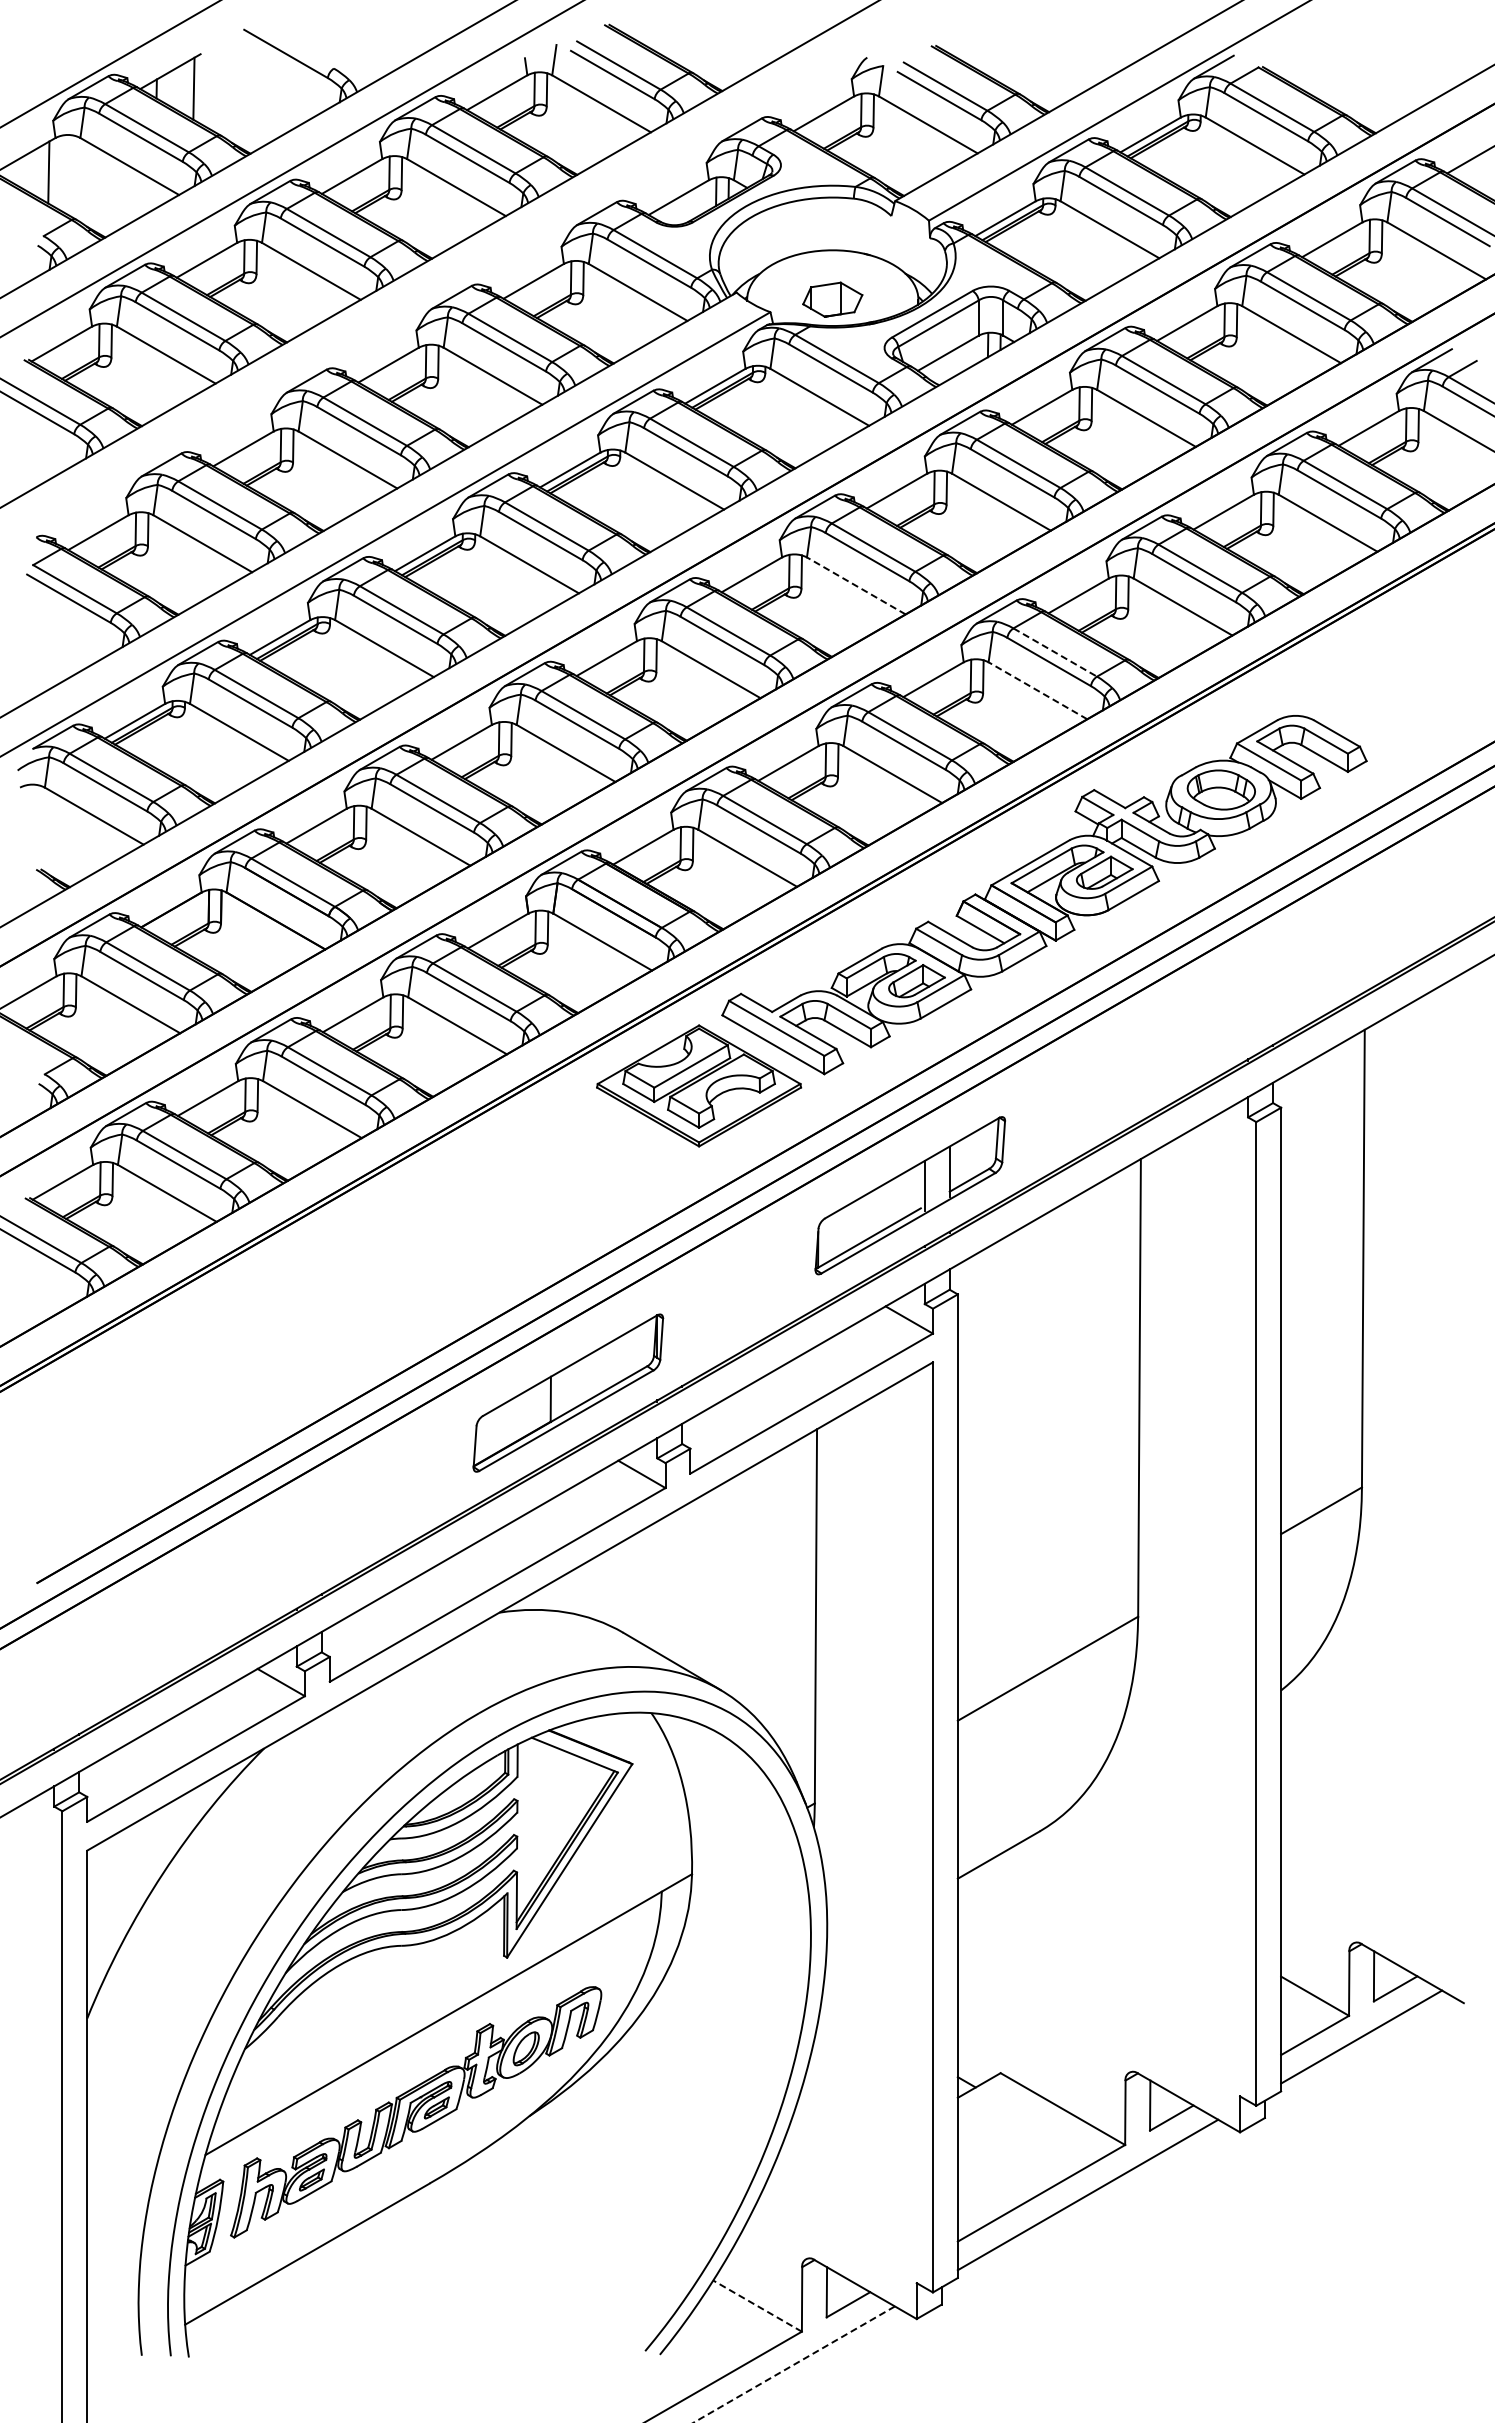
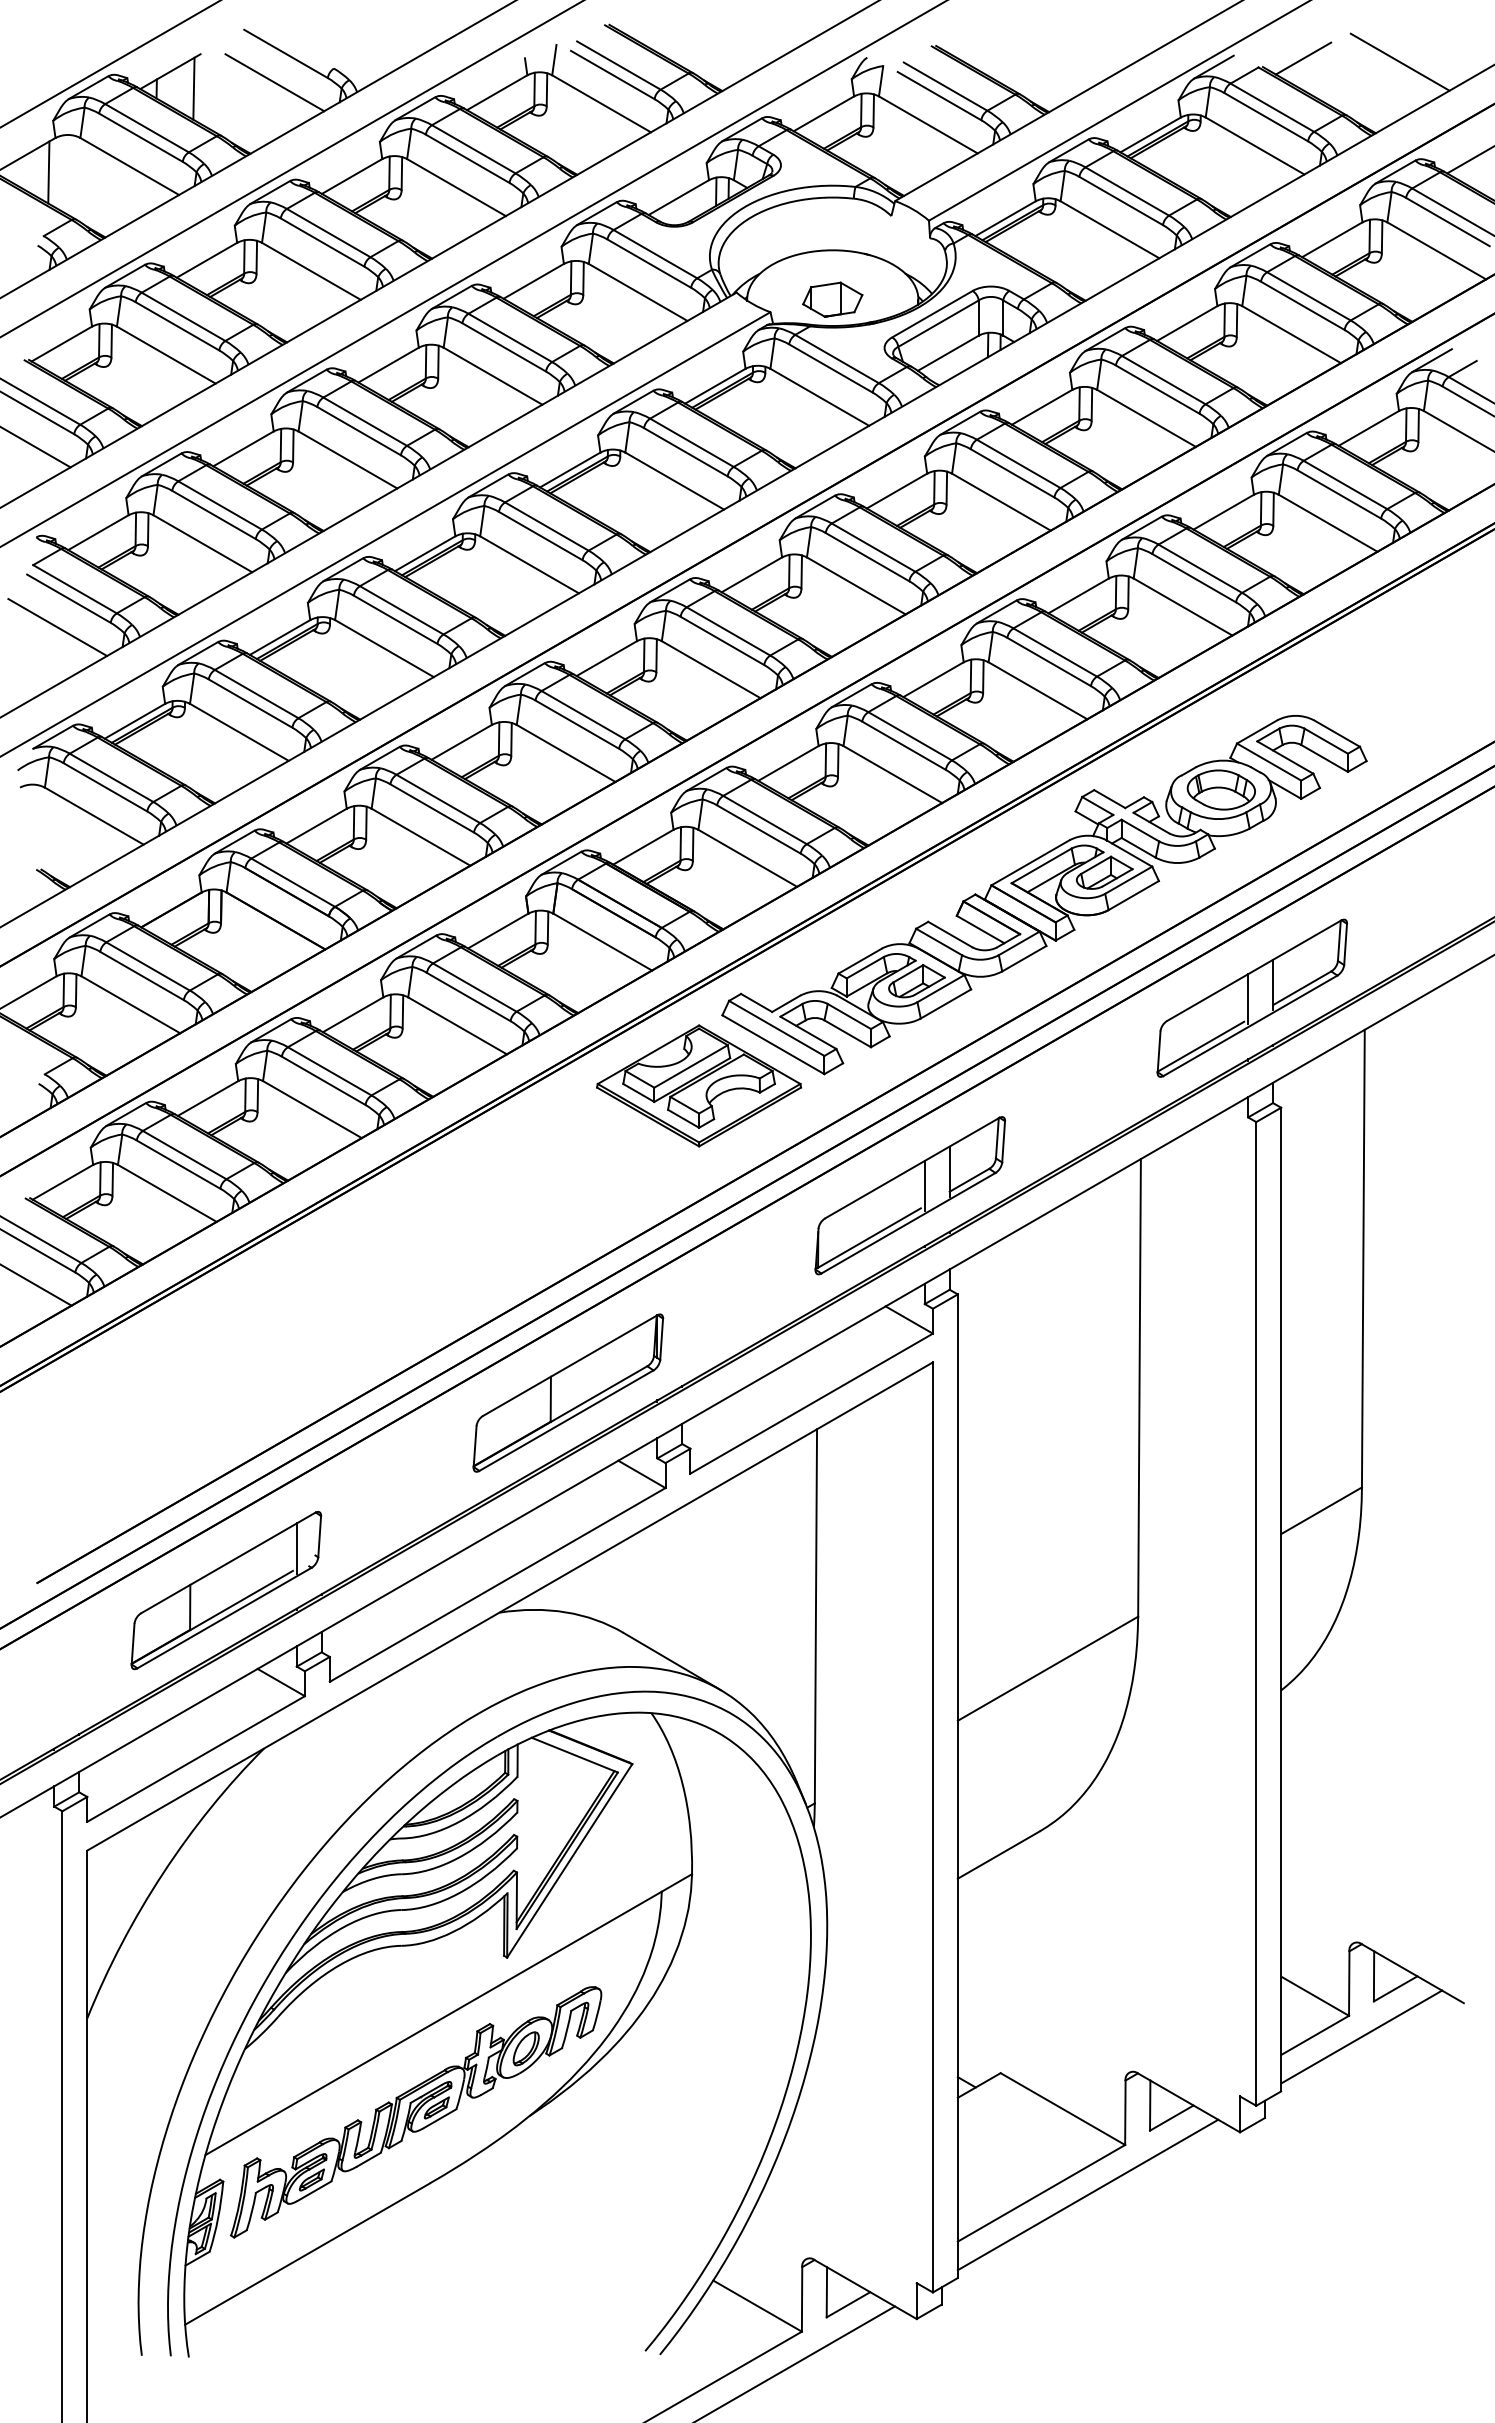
line at (1303, 58): none -> present
line at (1399, 61): none -> present
line at (274, 82): none -> present
line at (472, 273): none -> present
line at (36, 447): none -> present
line at (855, 585): dashed -> solid
line at (57, 627): none -> present
line at (1055, 652): dashed -> solid
line at (1037, 690): dashed -> solid
part at (1252, 997): none -> present
line at (36, 1285): none -> present
part at (226, 1590): none -> present
line at (757, 2305): dashed -> solid
line at (793, 2364): dashed -> solid
